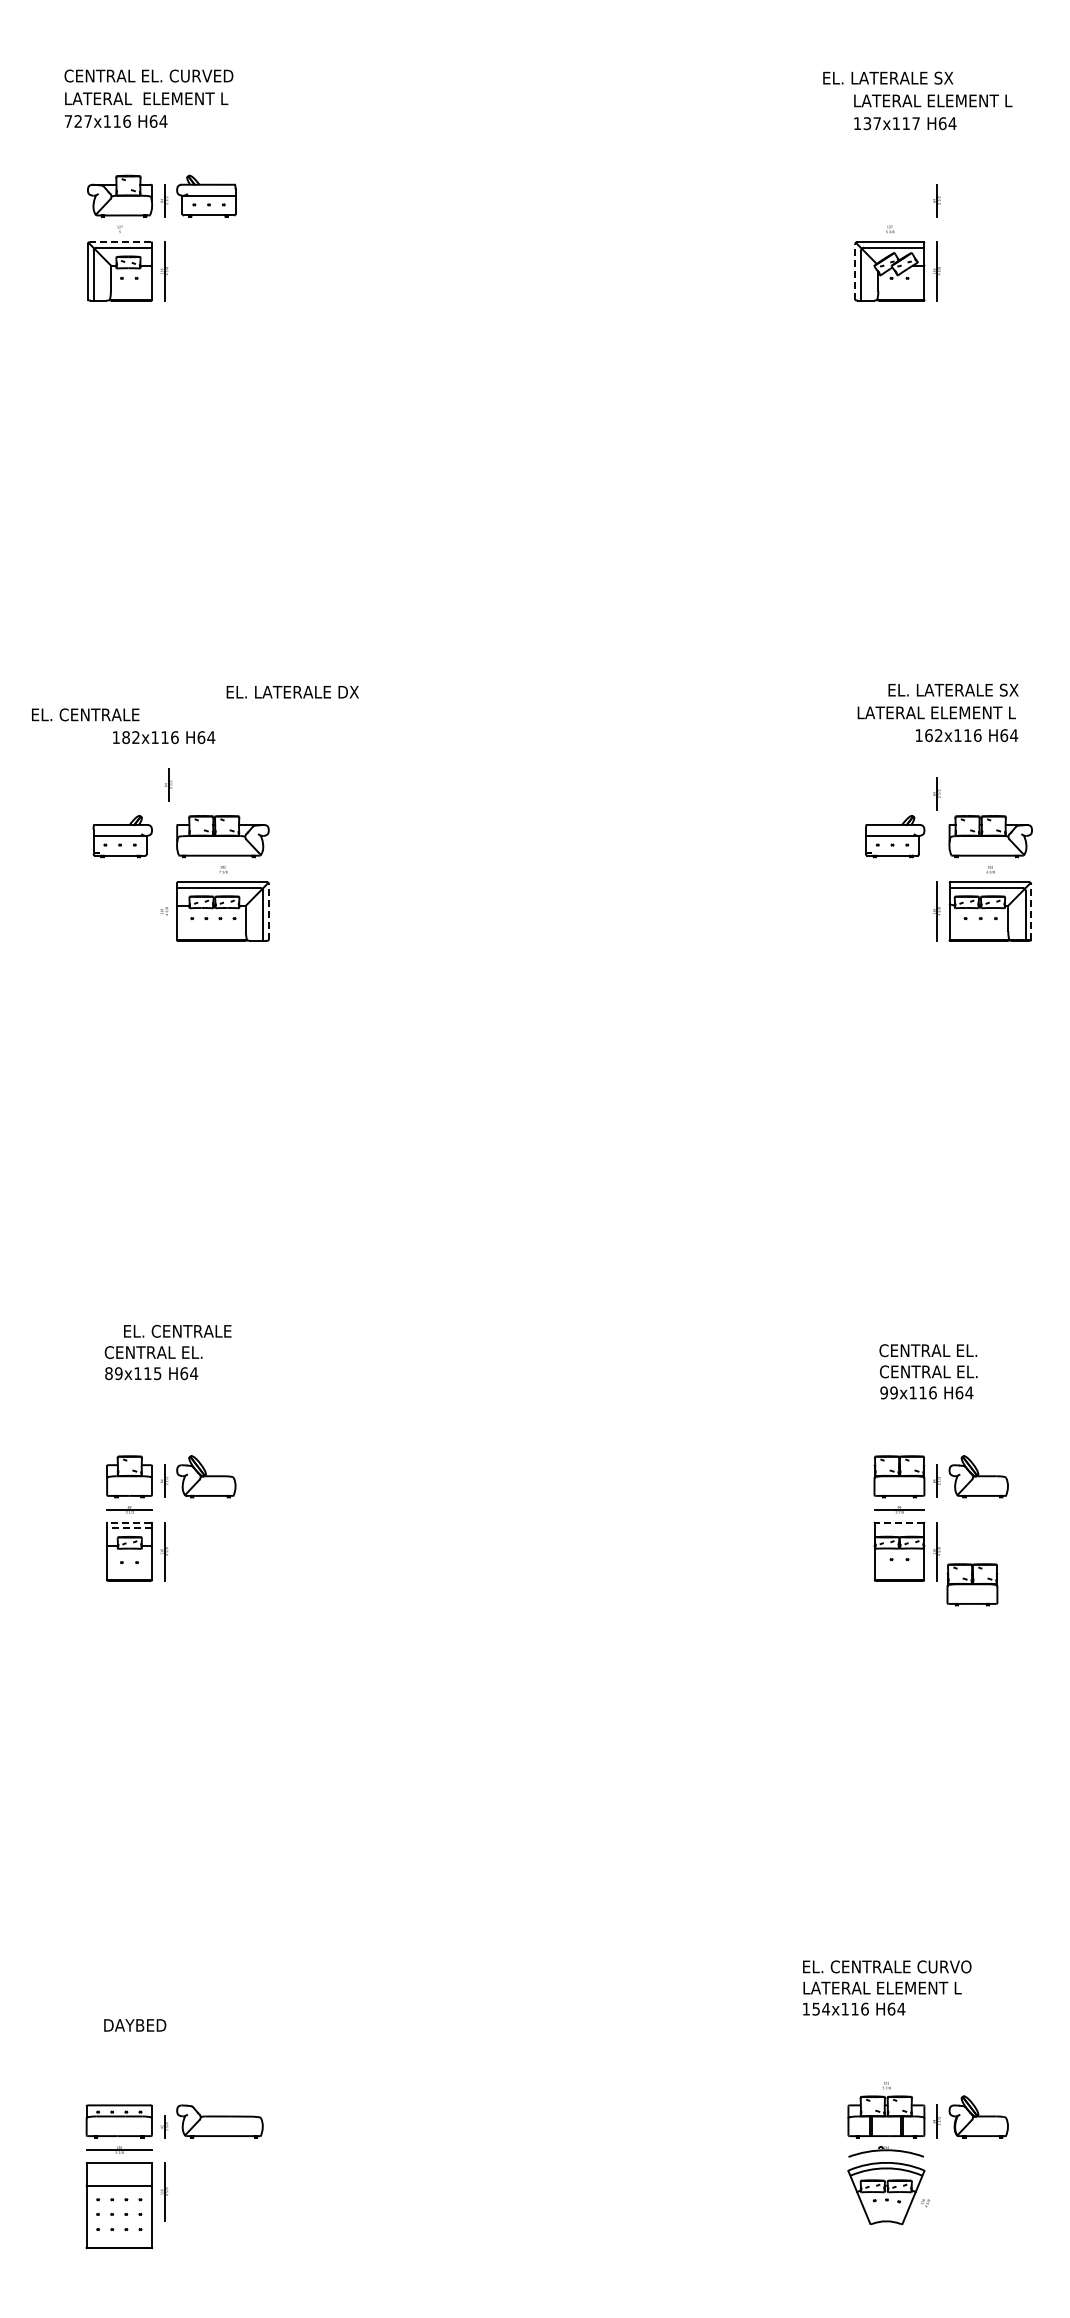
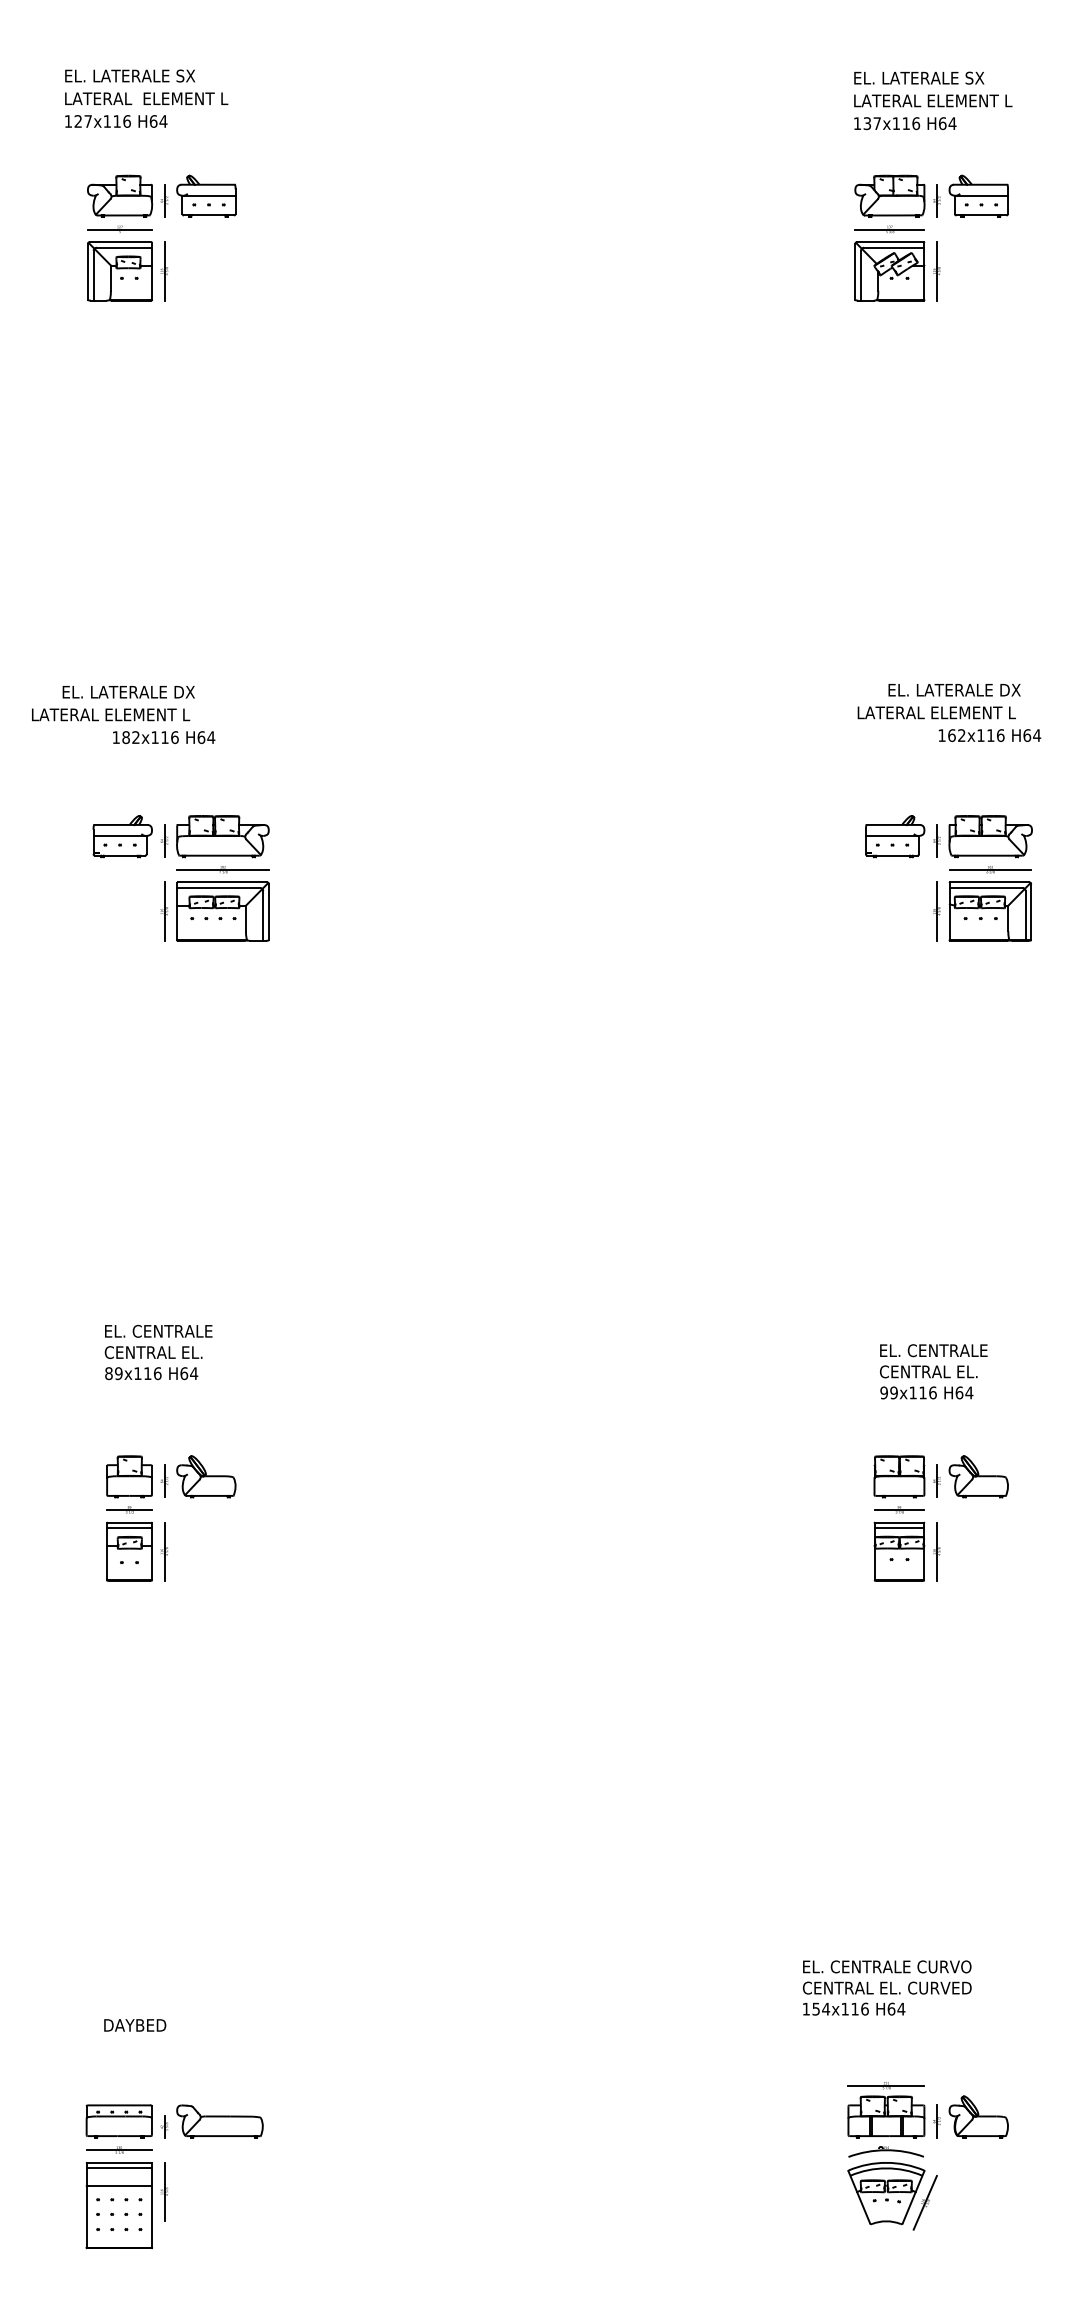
text at (148, 75): CENTRAL EL. CURVED -> EL. LATERALE SX
text at (888, 77) position: (888, 77) -> (919, 77)
text at (67, 121): 727x116 -> 127x116
text at (916, 123): 137x117 -> 137x116
part at (889, 195): none -> present
part at (978, 195): none -> present
line at (119, 229): none -> present
line at (889, 229): none -> present
line at (120, 242): dashed -> solid
line at (855, 272): dashed -> solid
text at (1009, 689): EL. LATERALE SX -> EL. LATERALE DX
text at (292, 692) position: (292, 692) -> (128, 692)
text at (111, 714): EL. CENTRALE -> LATERAL ELEMENT L
text at (966, 735) position: (966, 735) -> (989, 735)
part at (168, 784) position: (168, 784) -> (164, 840)
part at (936, 793) position: (936, 793) -> (936, 840)
line at (222, 869): none -> present
line at (990, 869): none -> present
line at (164, 911): none -> present
line at (268, 912): dashed -> solid
line at (1031, 912): dashed -> solid
text at (177, 1330) position: (177, 1330) -> (158, 1330)
text at (933, 1350): CENTRAL EL. -> EL. CENTRALE
text at (157, 1373): 89x115 -> 89x116
line at (129, 1522): dashed -> solid
line at (898, 1522): dashed -> solid
line at (129, 1528): dashed -> solid
line at (899, 1528): none -> present
part at (972, 1584): present -> none
text at (886, 1987): LATERAL ELEMENT L -> CENTRAL EL. CURVED
line at (886, 2085): none -> present
line at (118, 2168): none -> present
line at (924, 2202): none -> present
